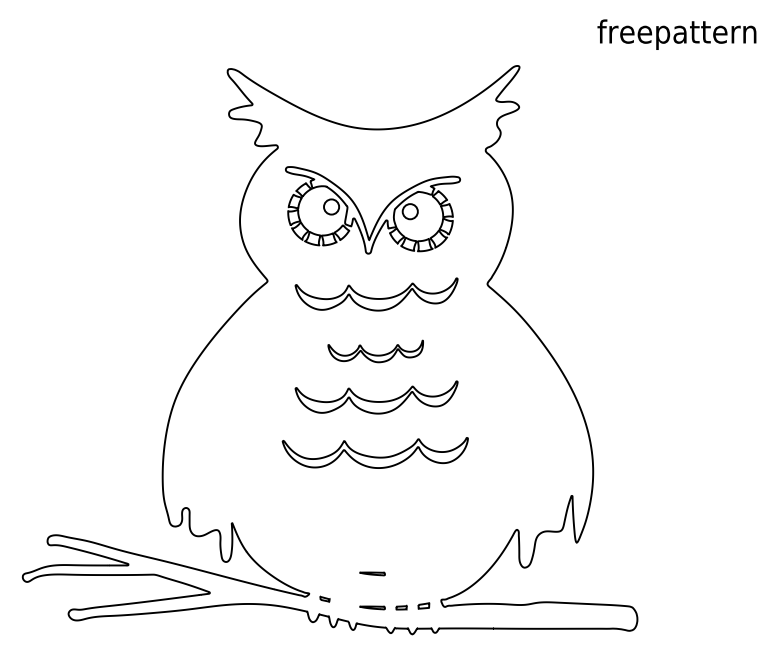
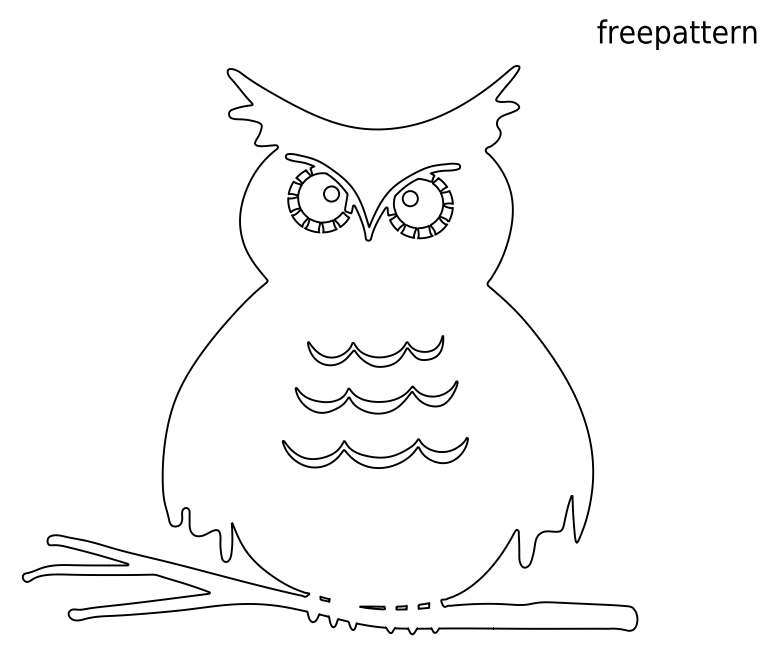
part at (379, 215) position: (379, 215) -> (379, 202)
part at (376, 294): present -> none
part at (375, 351) size: 97x25 px -> 138x33 px
part at (372, 573): present -> none
